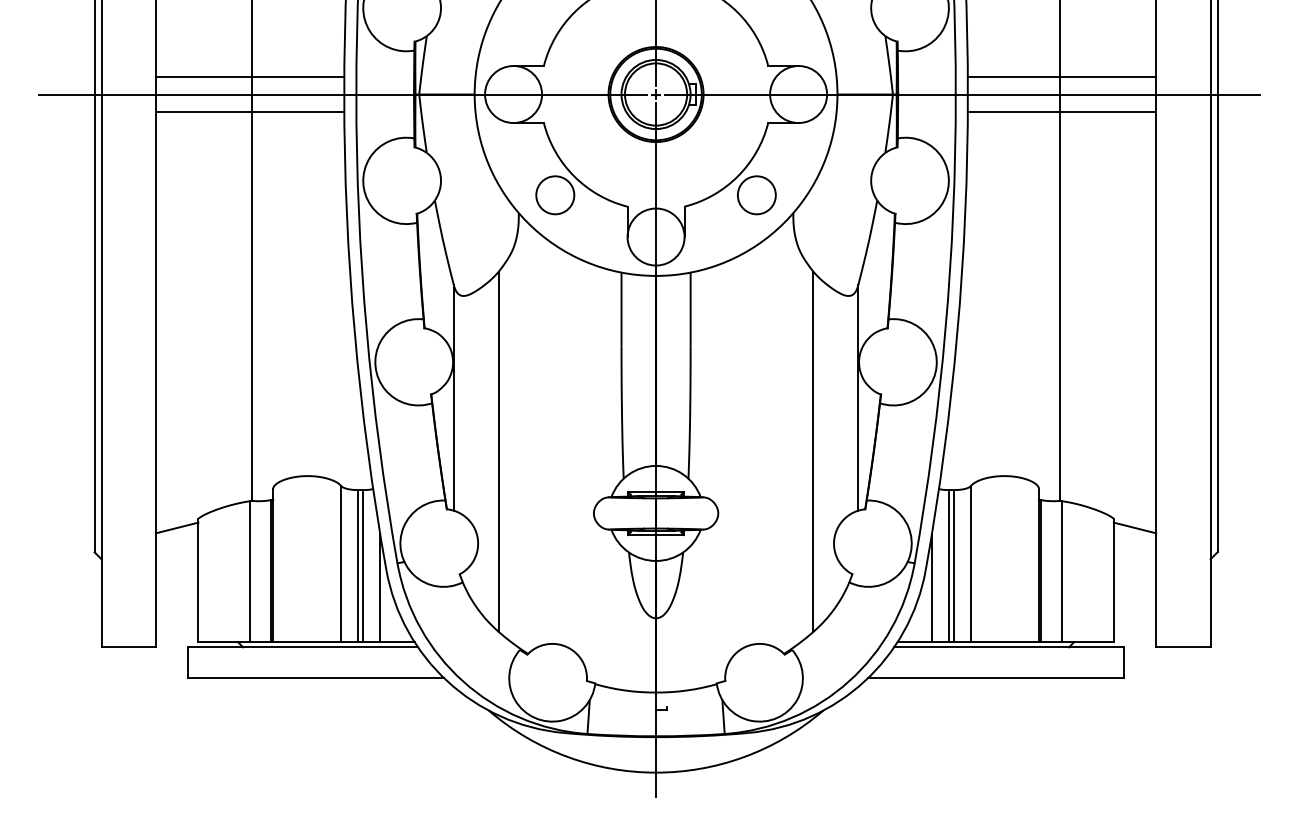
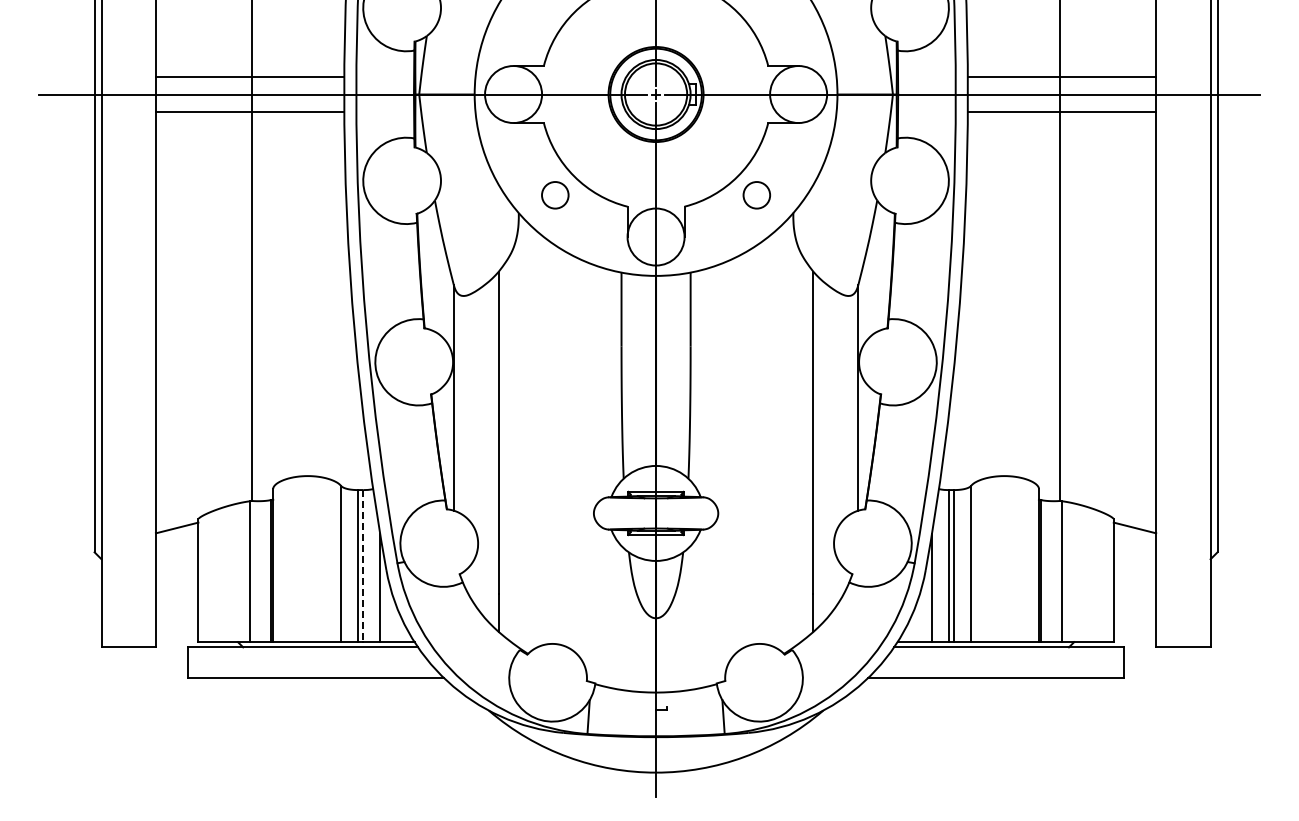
circle at (555, 195) diameter: 38 px -> 27 px
circle at (756, 195) diameter: 38 px -> 27 px
line at (363, 566): solid -> dashed
